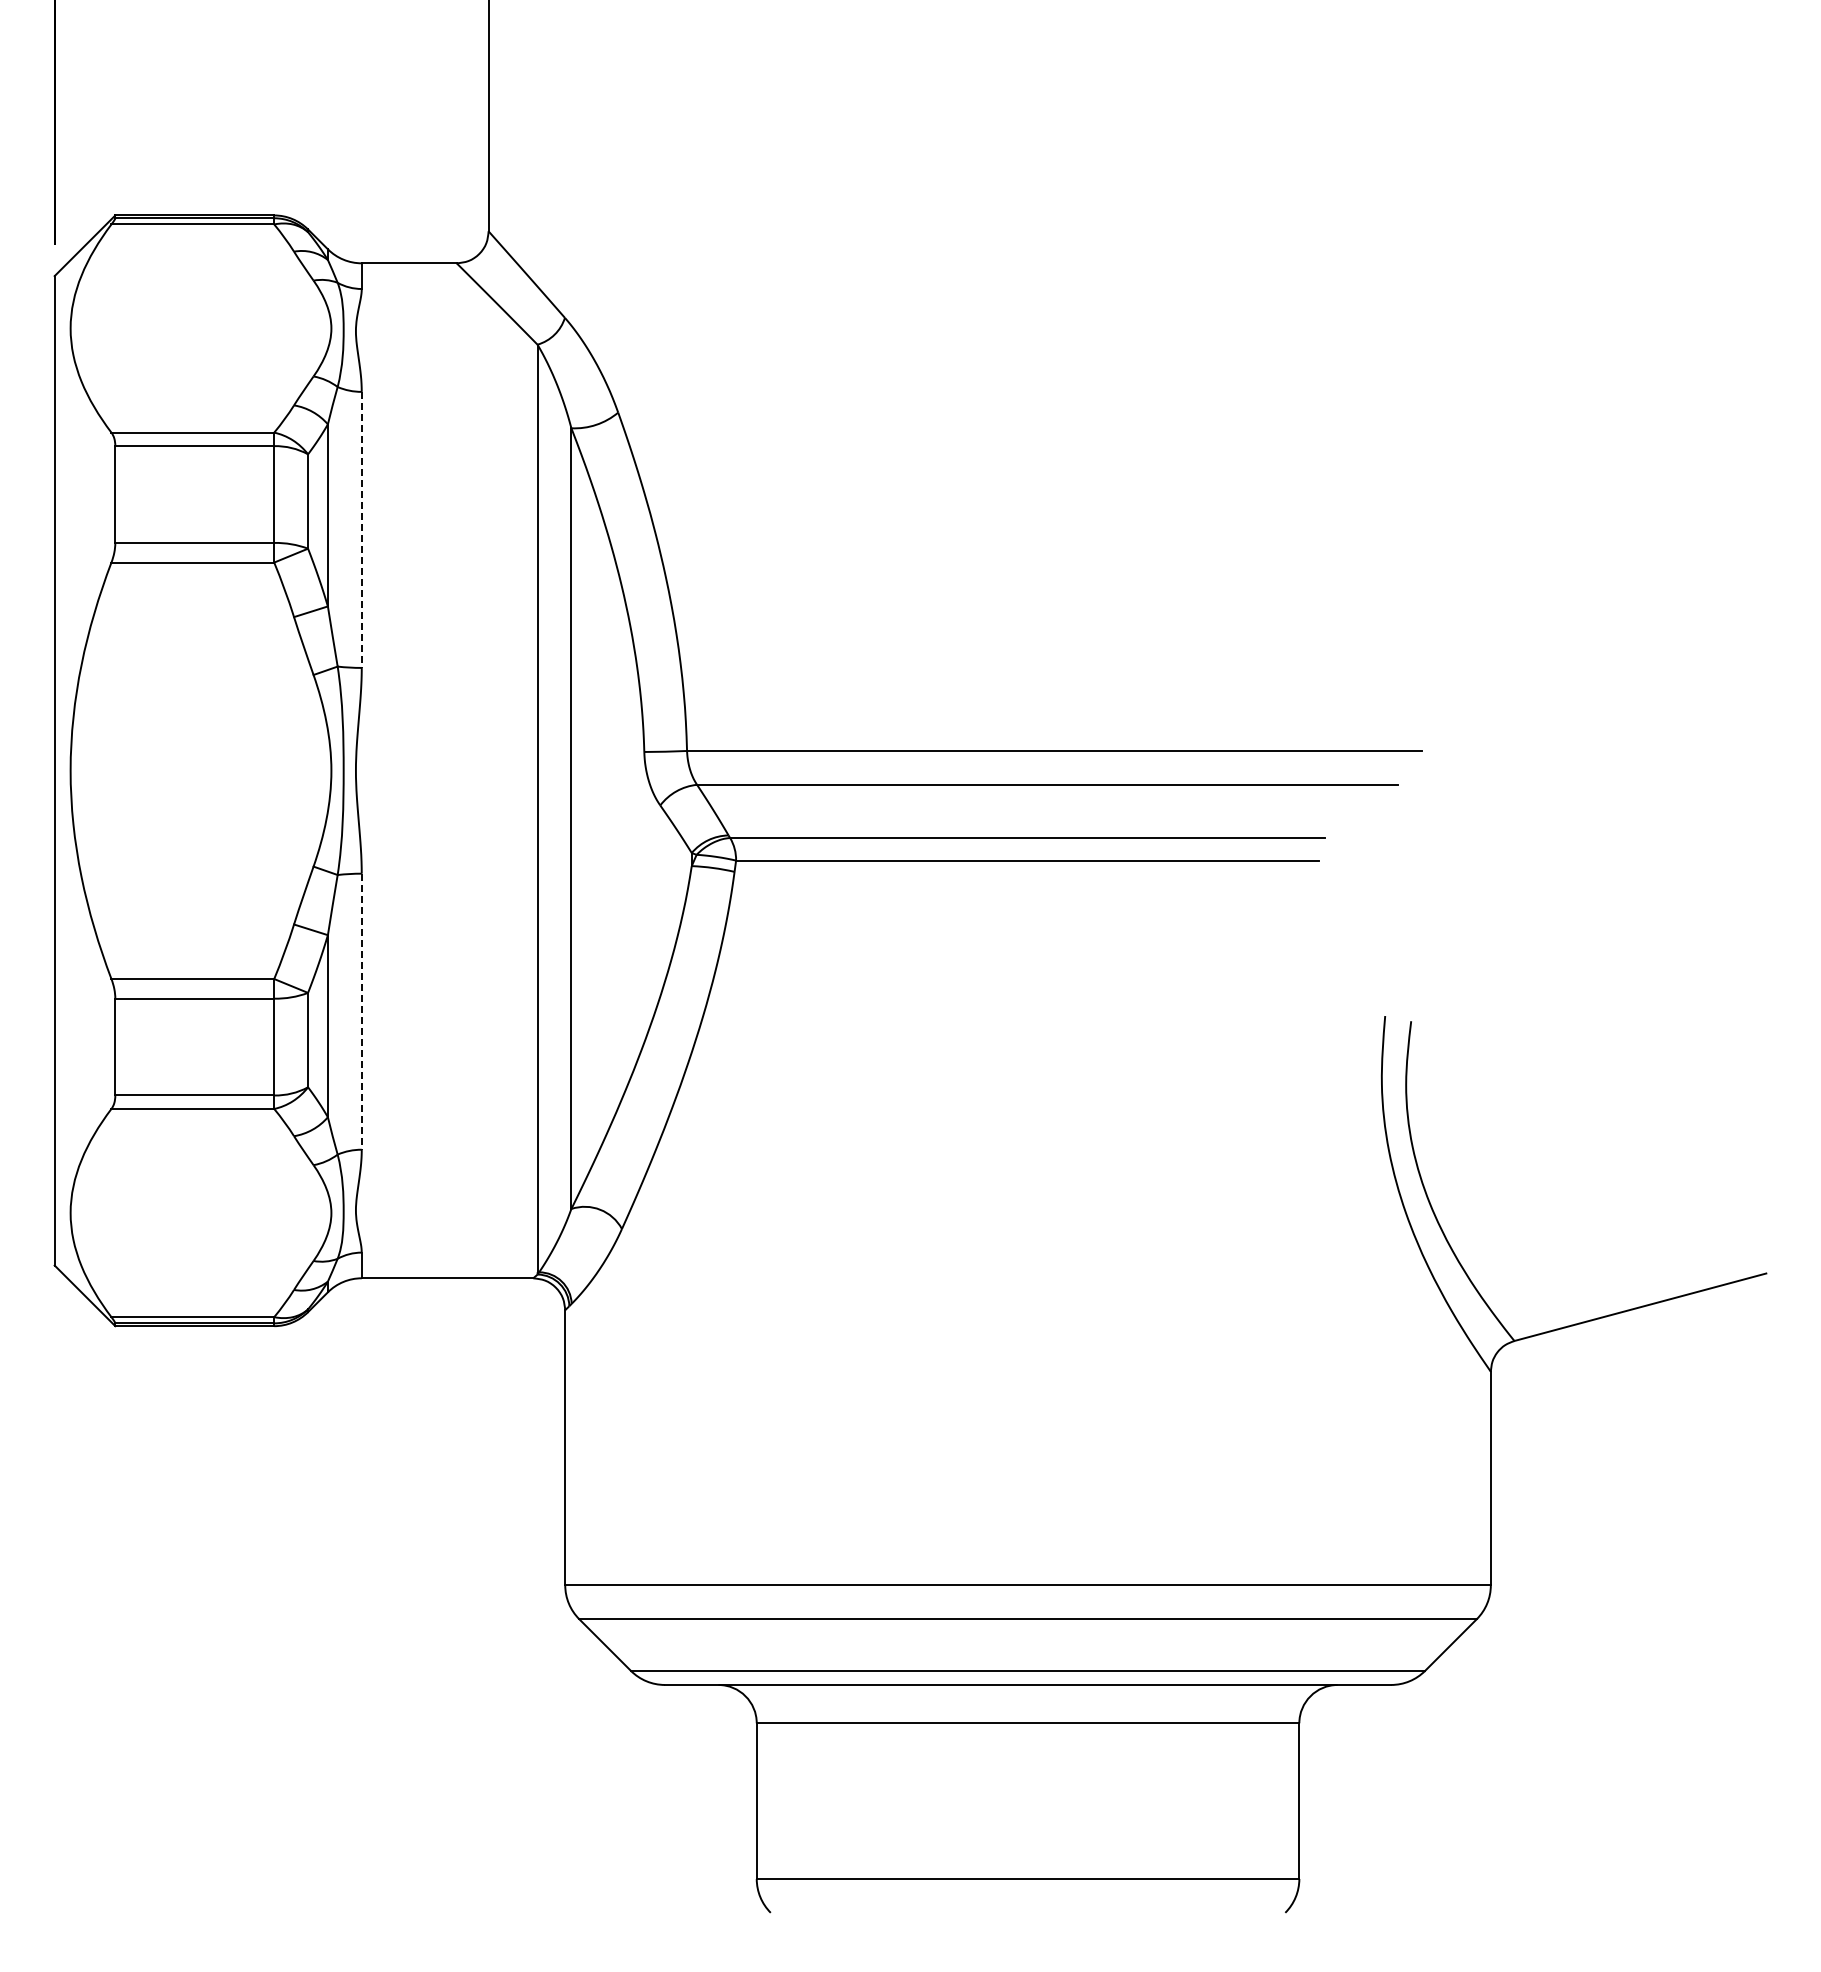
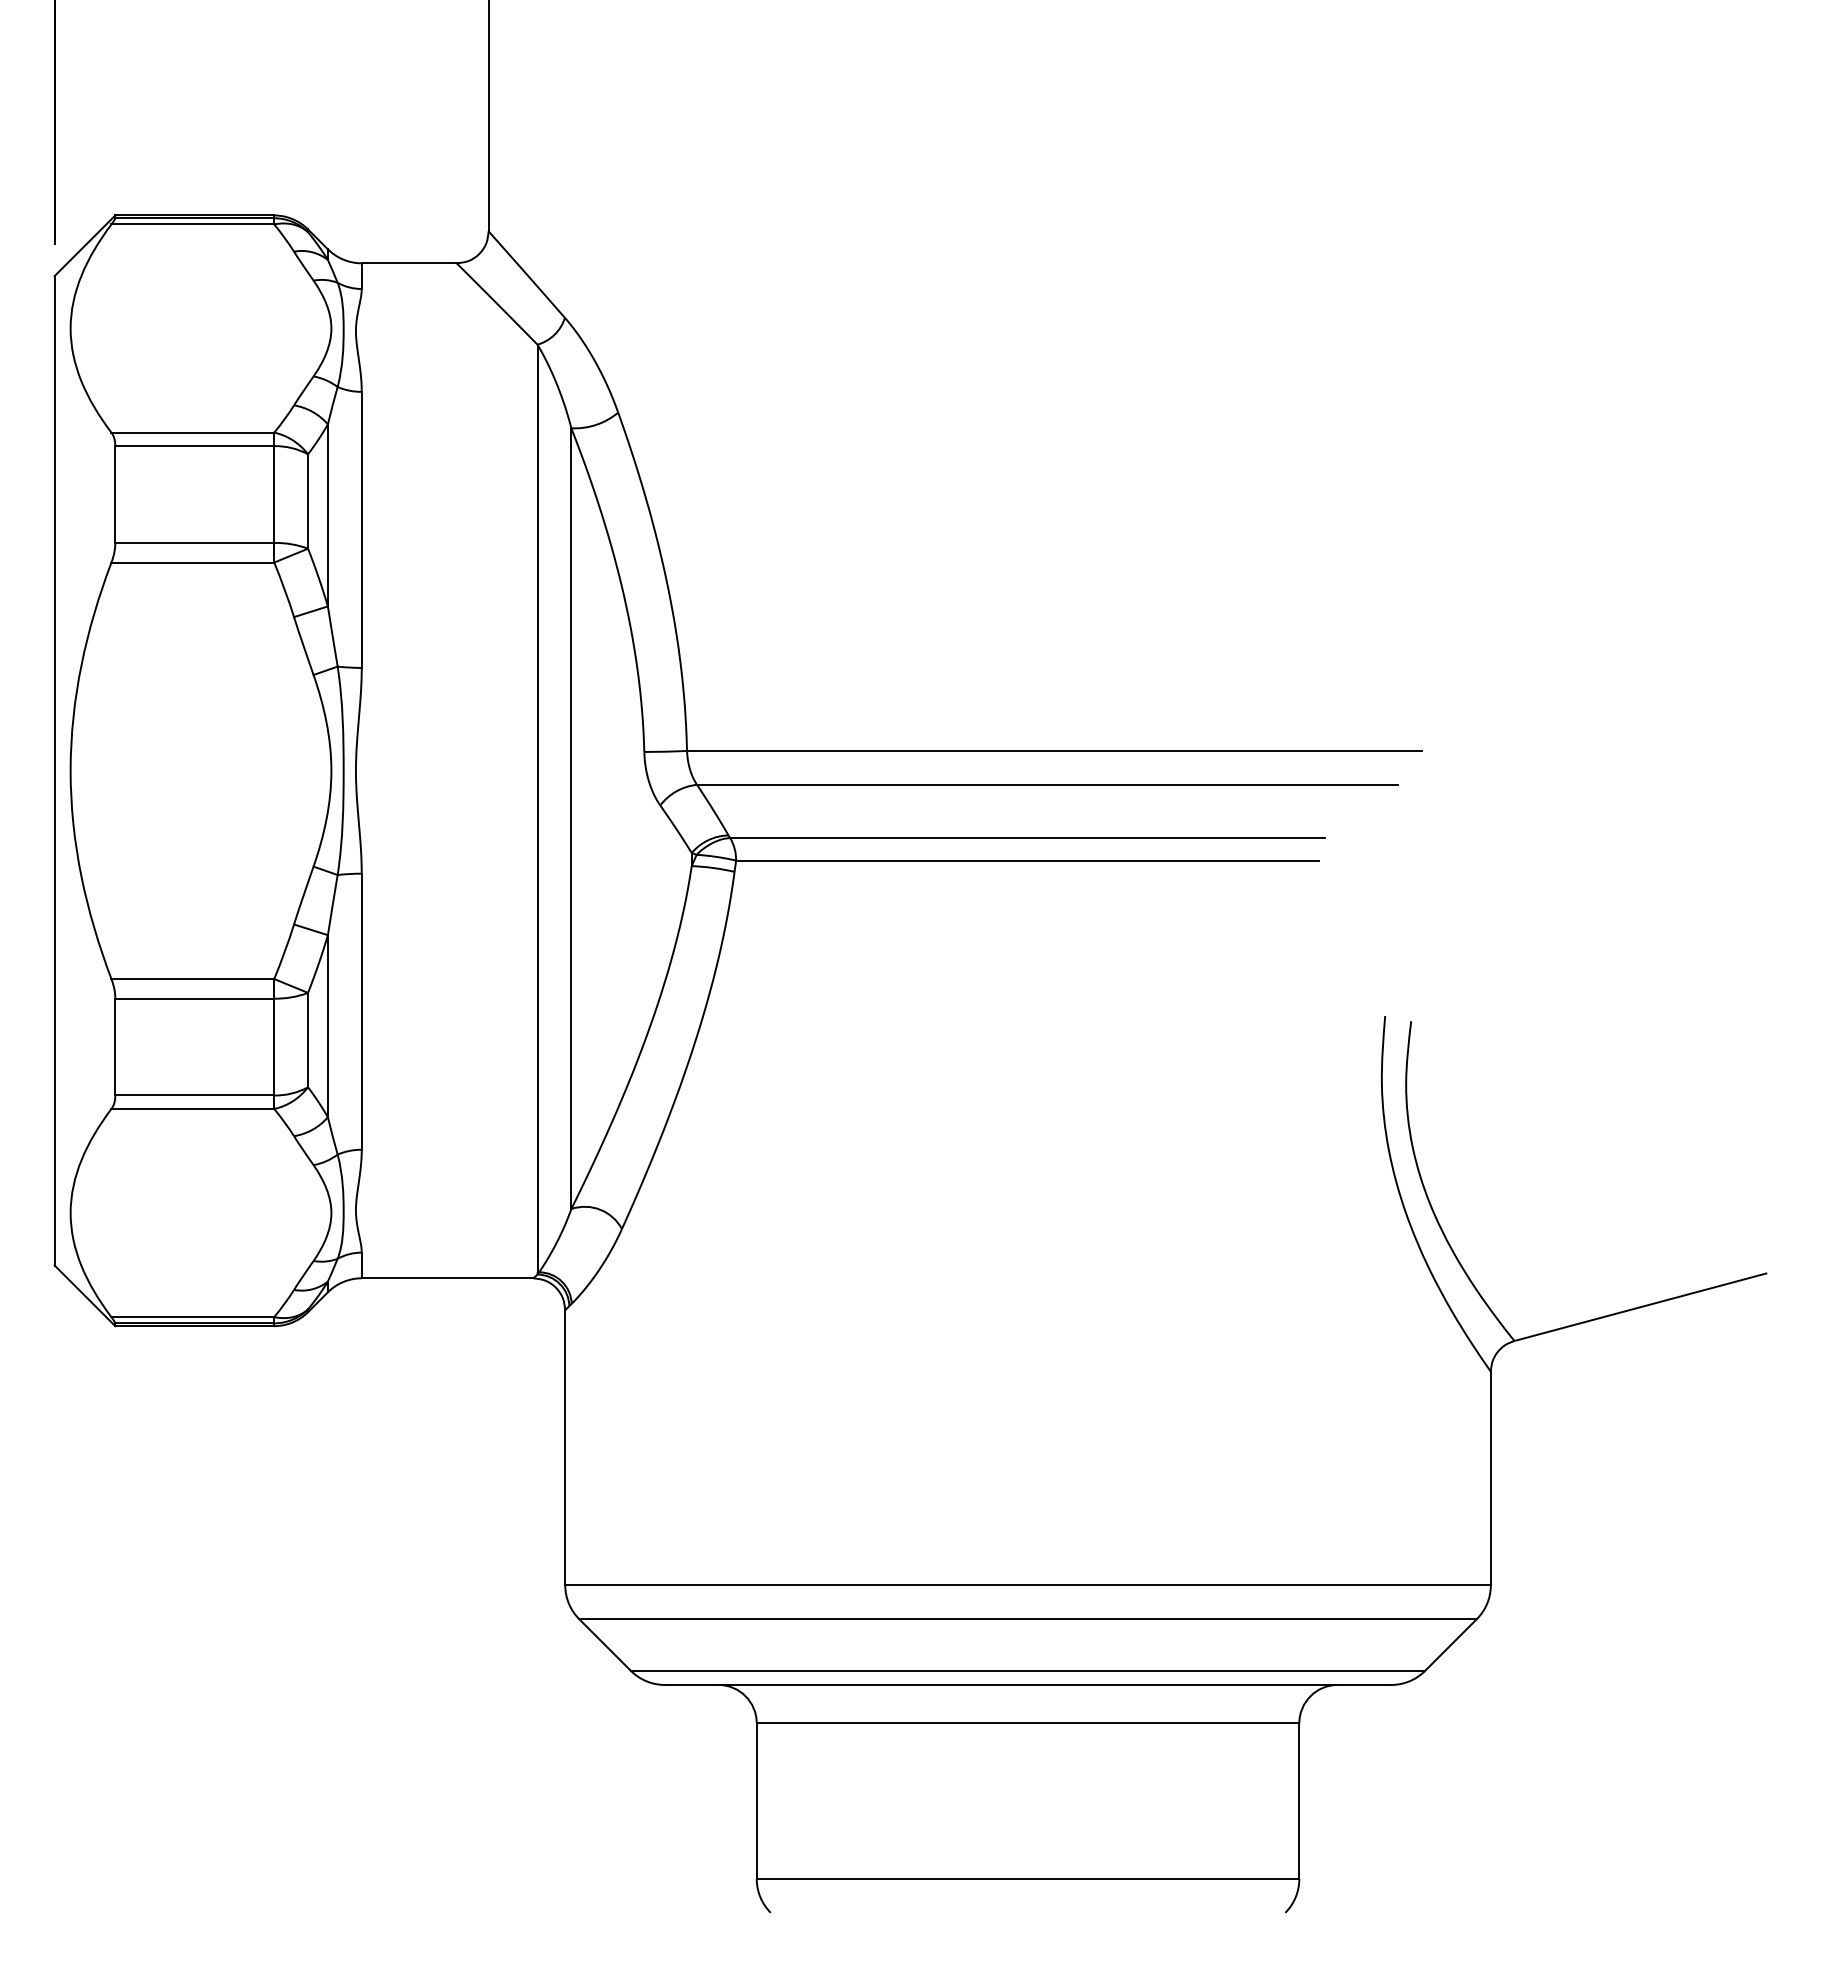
line at (361, 530): dashed -> solid
line at (361, 1012): dashed -> solid
